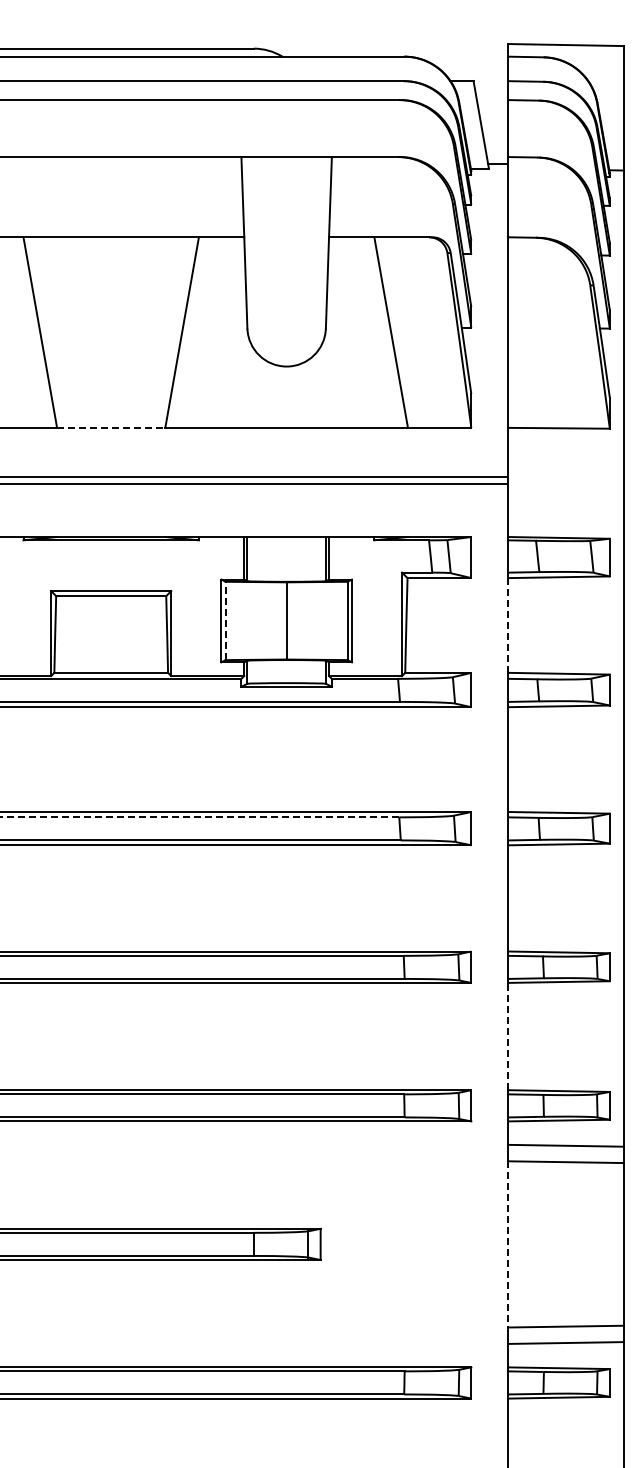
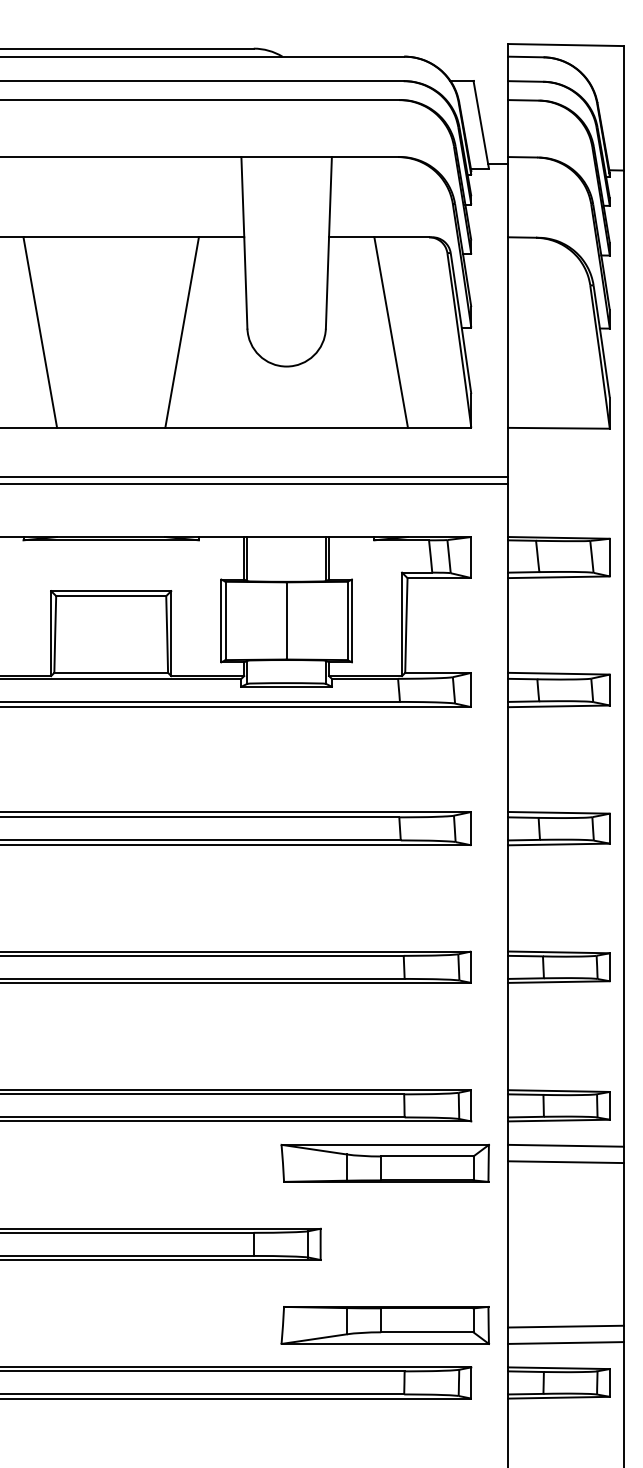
line at (111, 427): dashed -> solid
line at (225, 620): dashed -> solid
line at (508, 624): dashed -> solid
line at (199, 817): dashed -> solid
line at (508, 1036): dashed -> solid
part at (384, 1162): none -> present
line at (508, 1244): dashed -> solid
part at (384, 1325): none -> present
